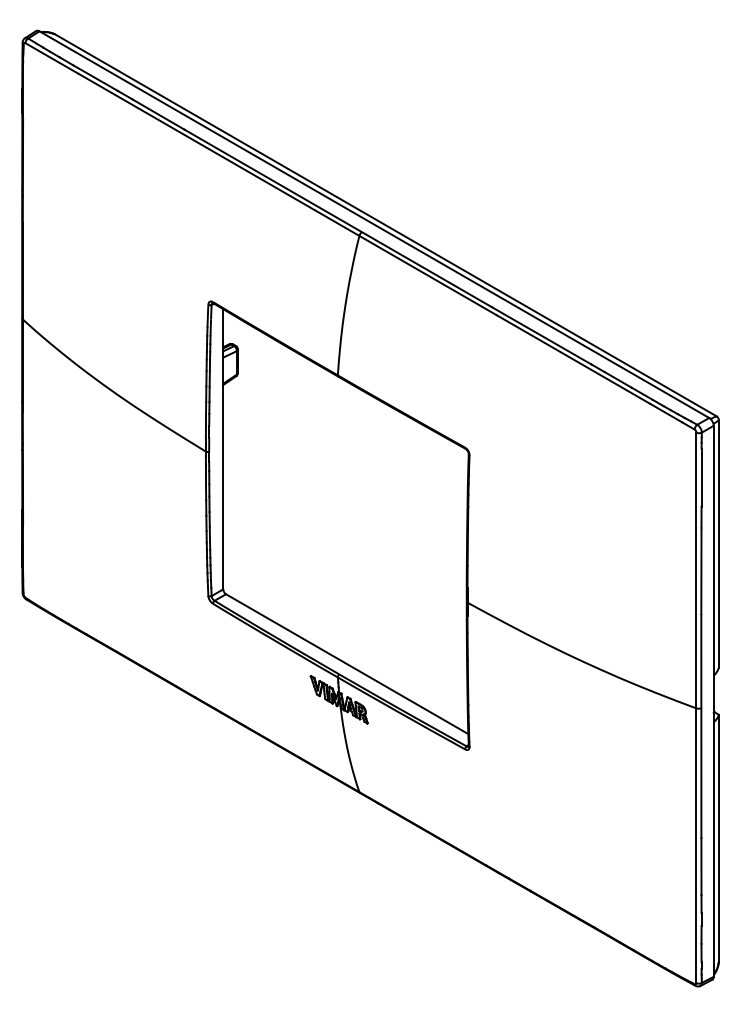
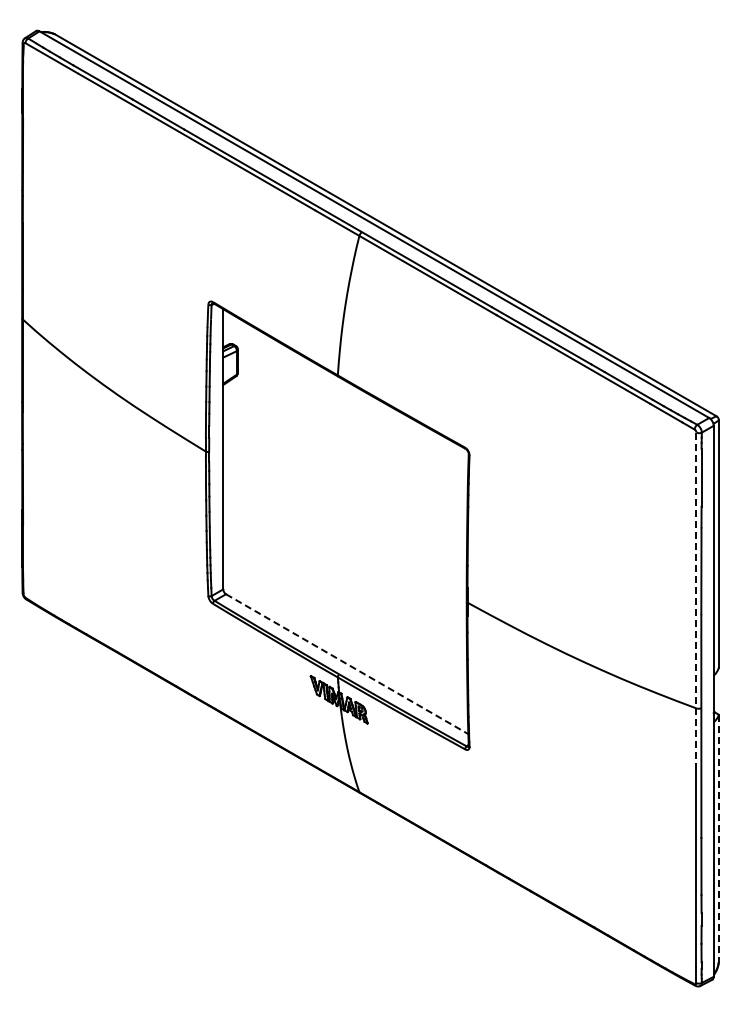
line at (696, 600): solid -> dashed
line at (347, 664): solid -> dashed
line at (718, 838): solid -> dashed
